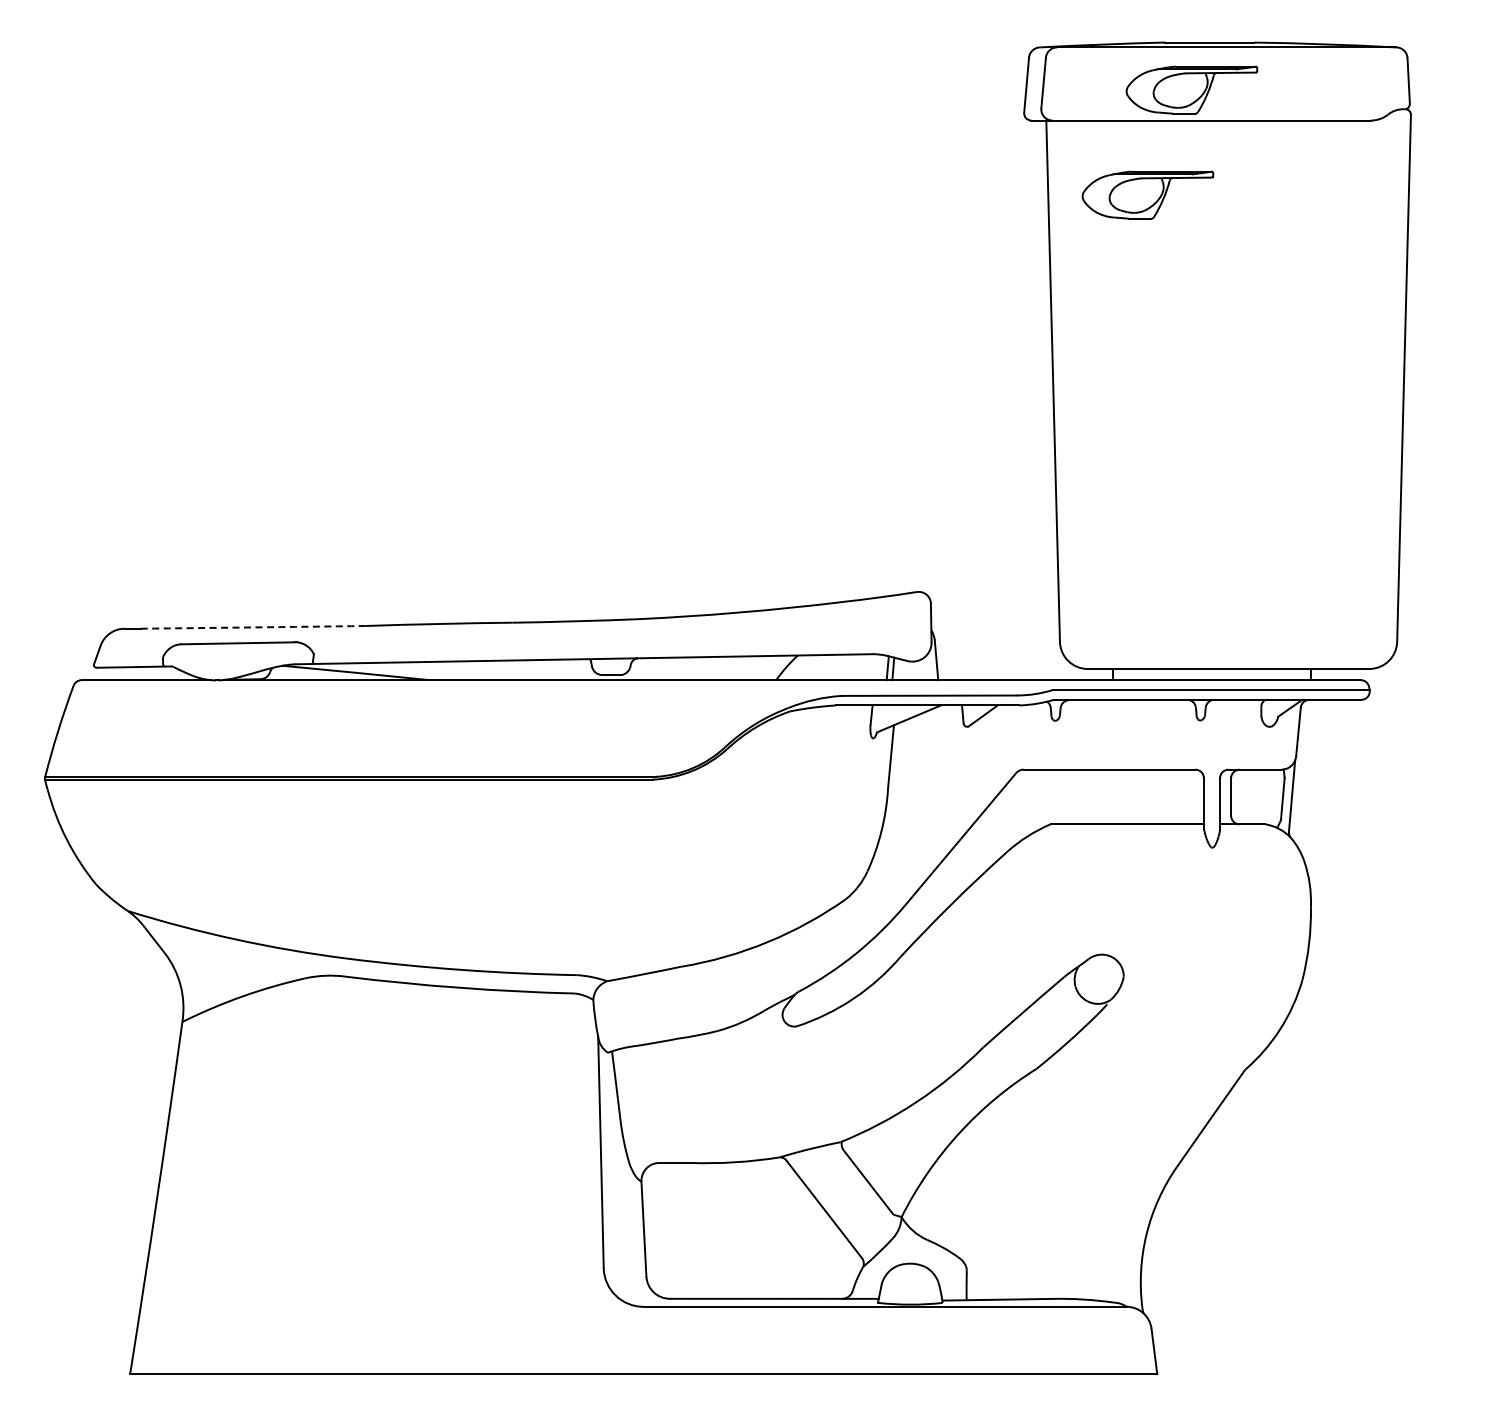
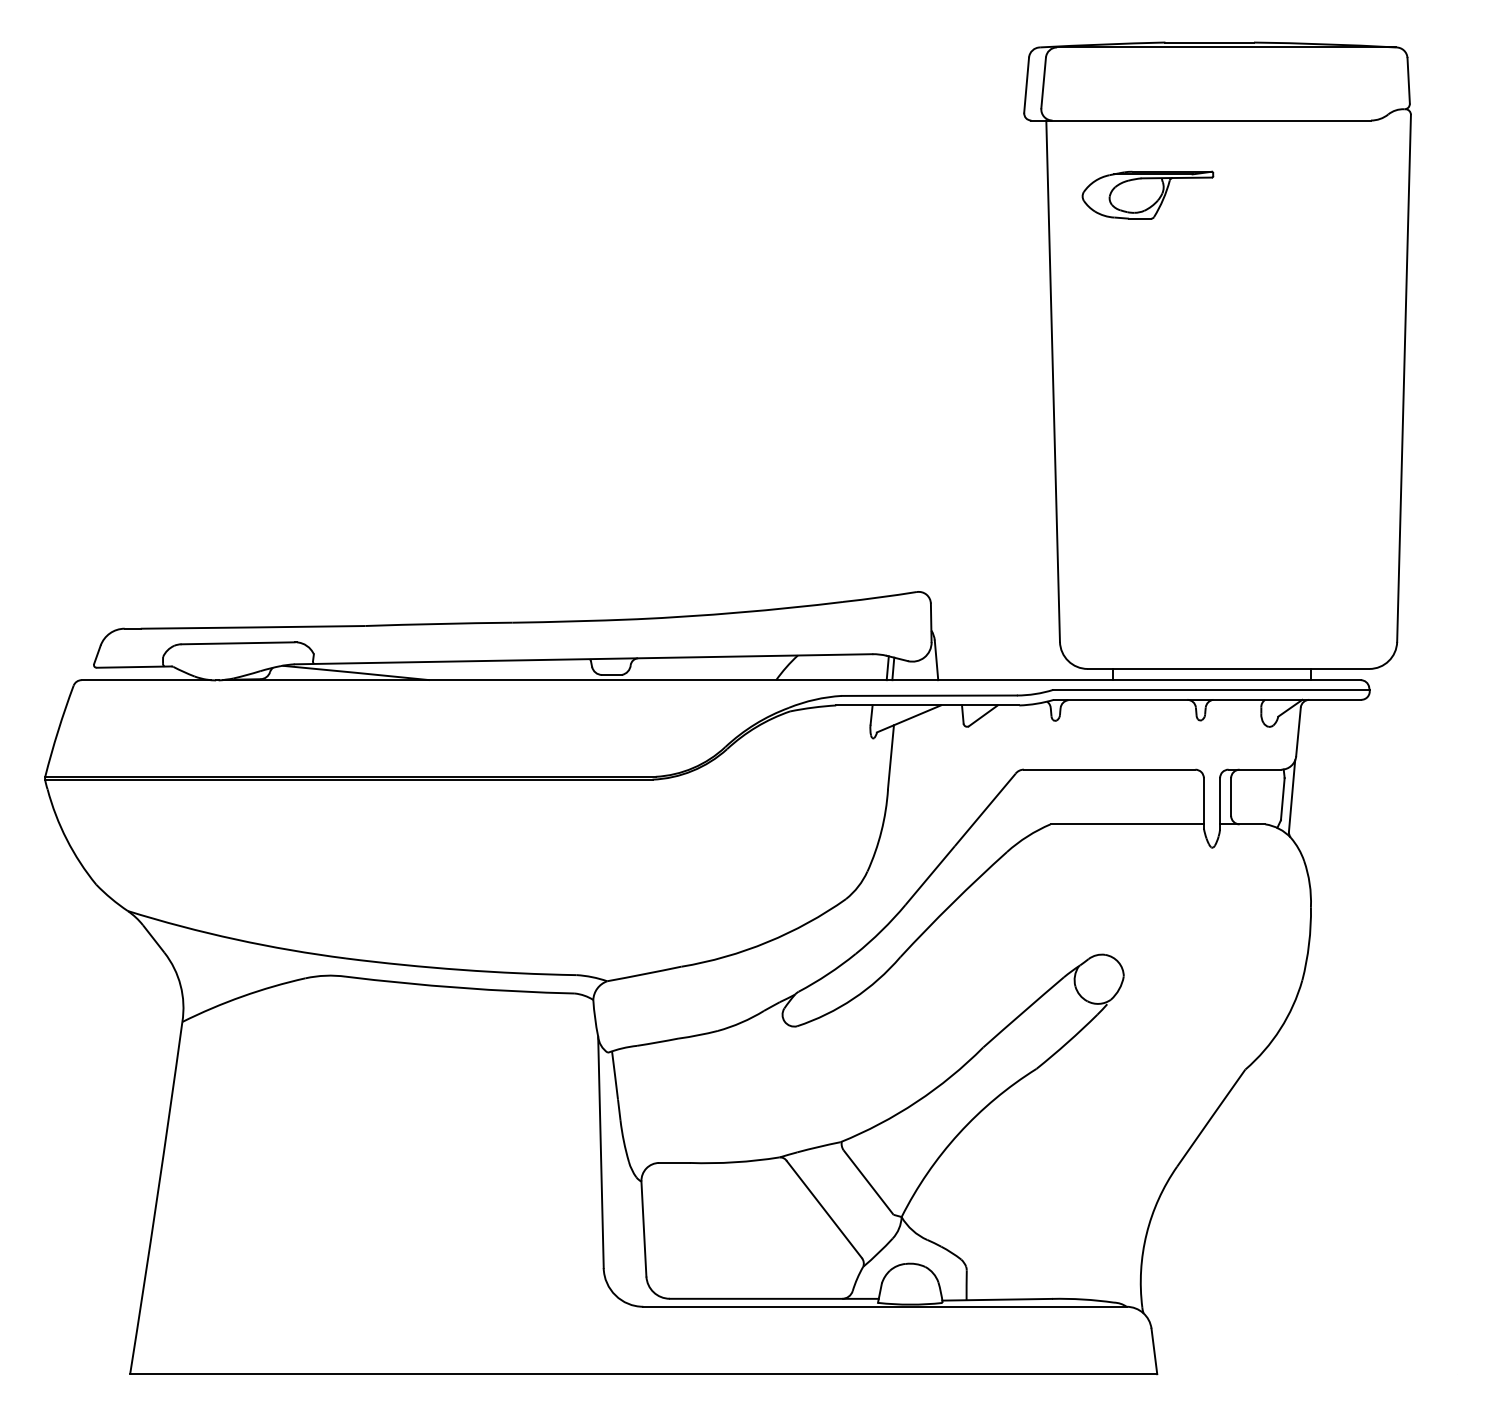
part at (1191, 89): present -> none
arc at (253, 627): dashed -> solid
